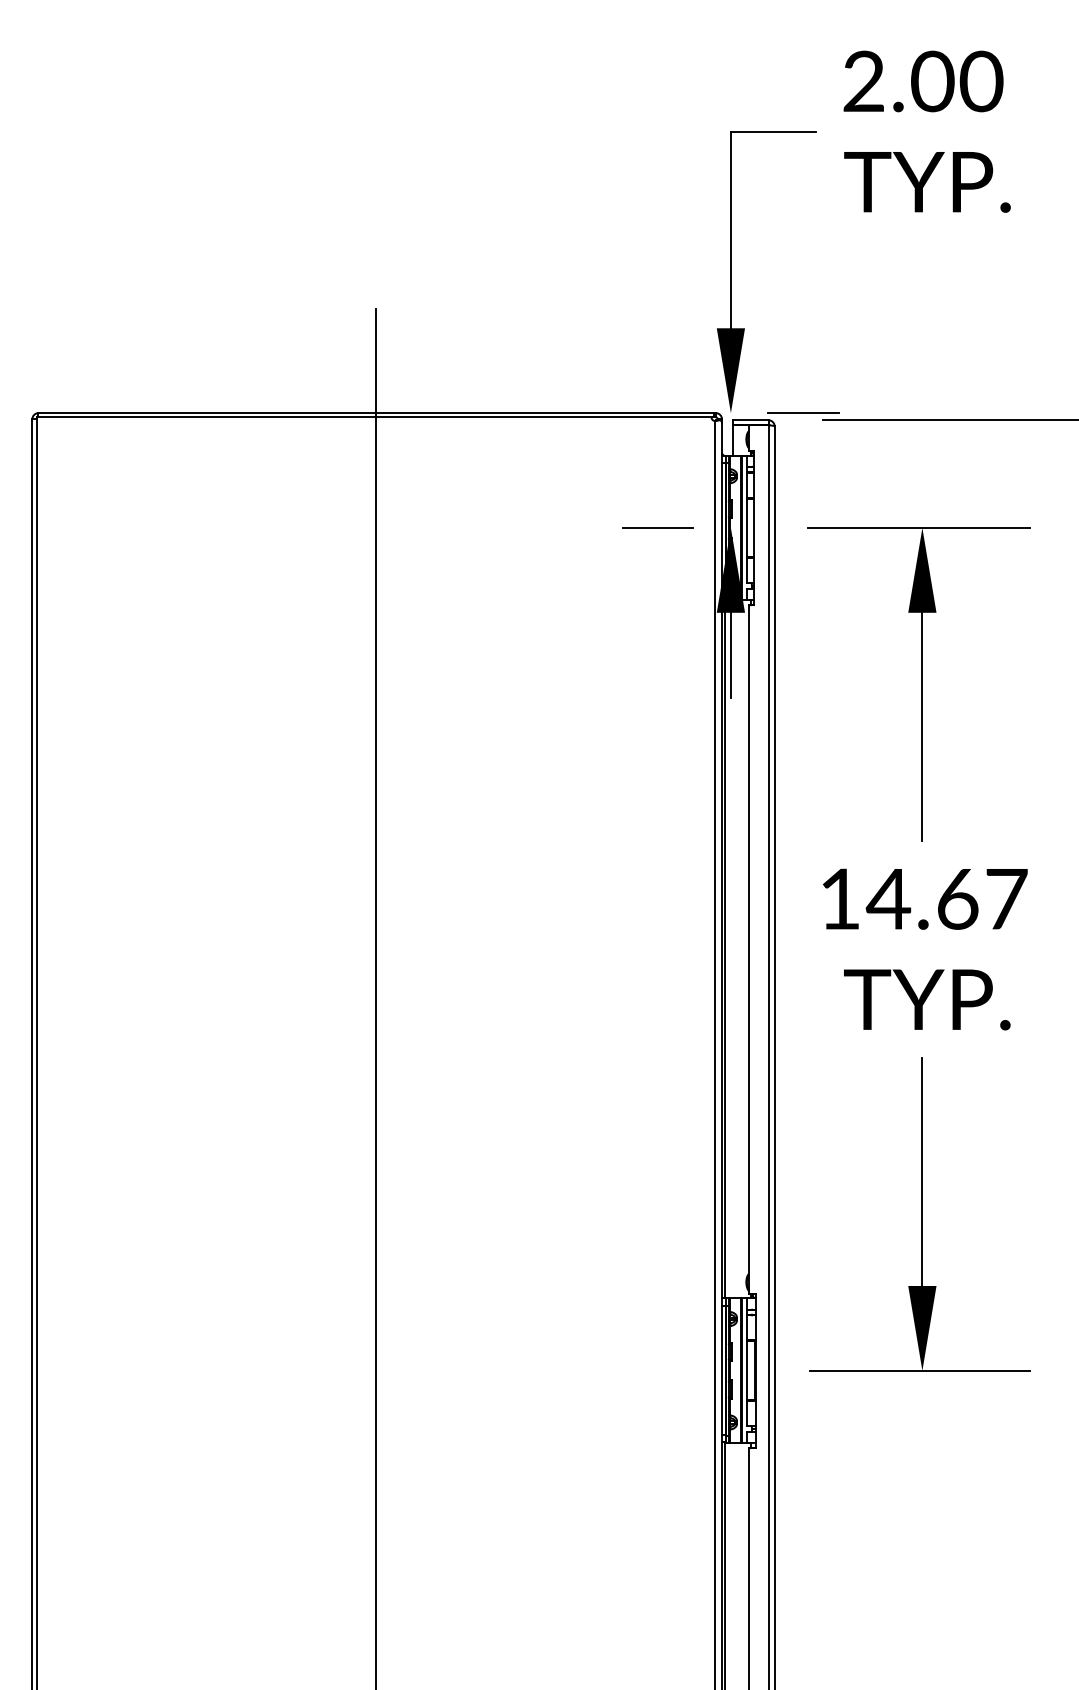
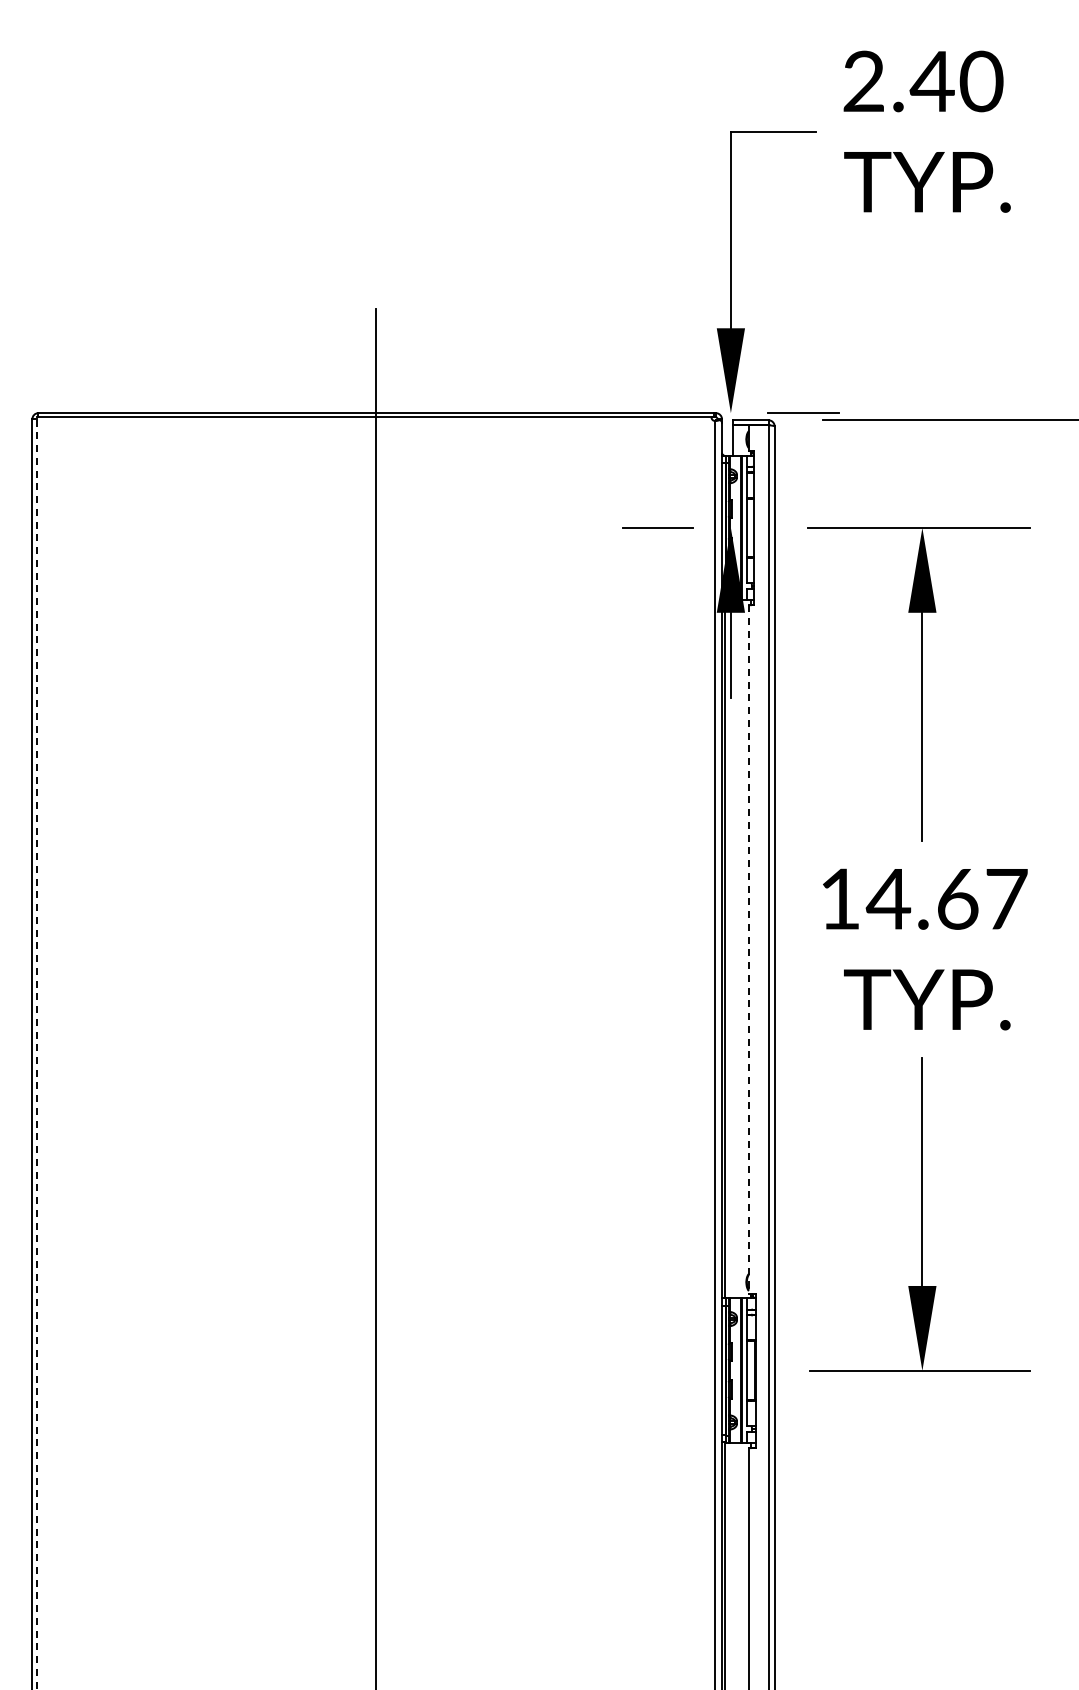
text at (931, 81): 2.00 -> 2.40
line at (748, 949): solid -> dashed
line at (36, 1053): solid -> dashed
